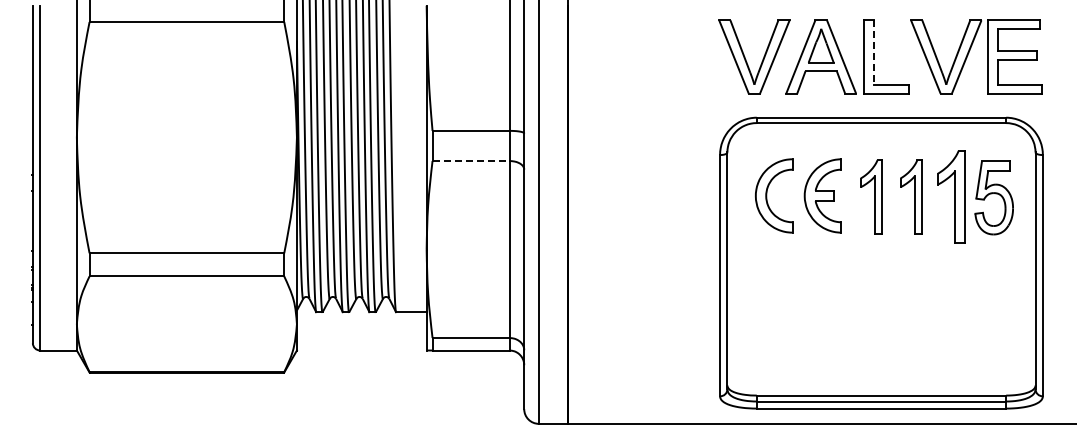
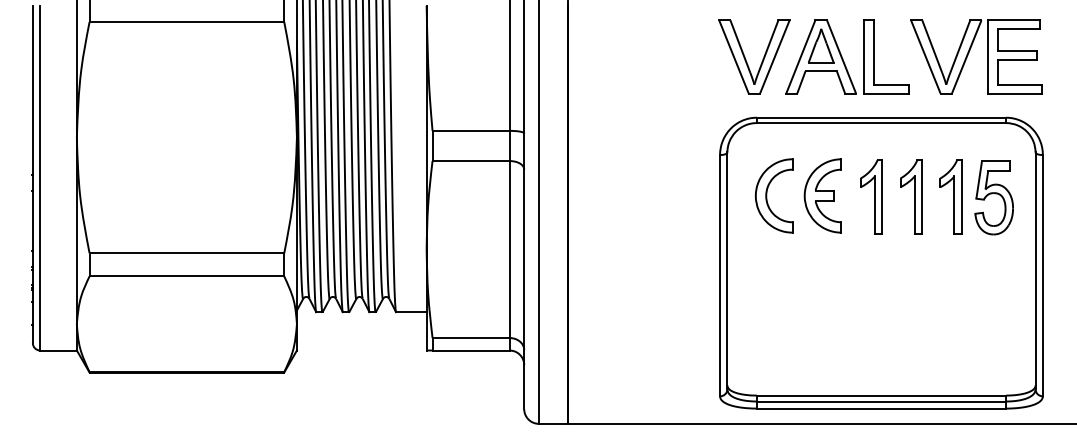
line at (874, 53): dashed -> solid
line at (471, 161): dashed -> solid
part at (951, 196) size: 29x94 px -> 24x76 px
